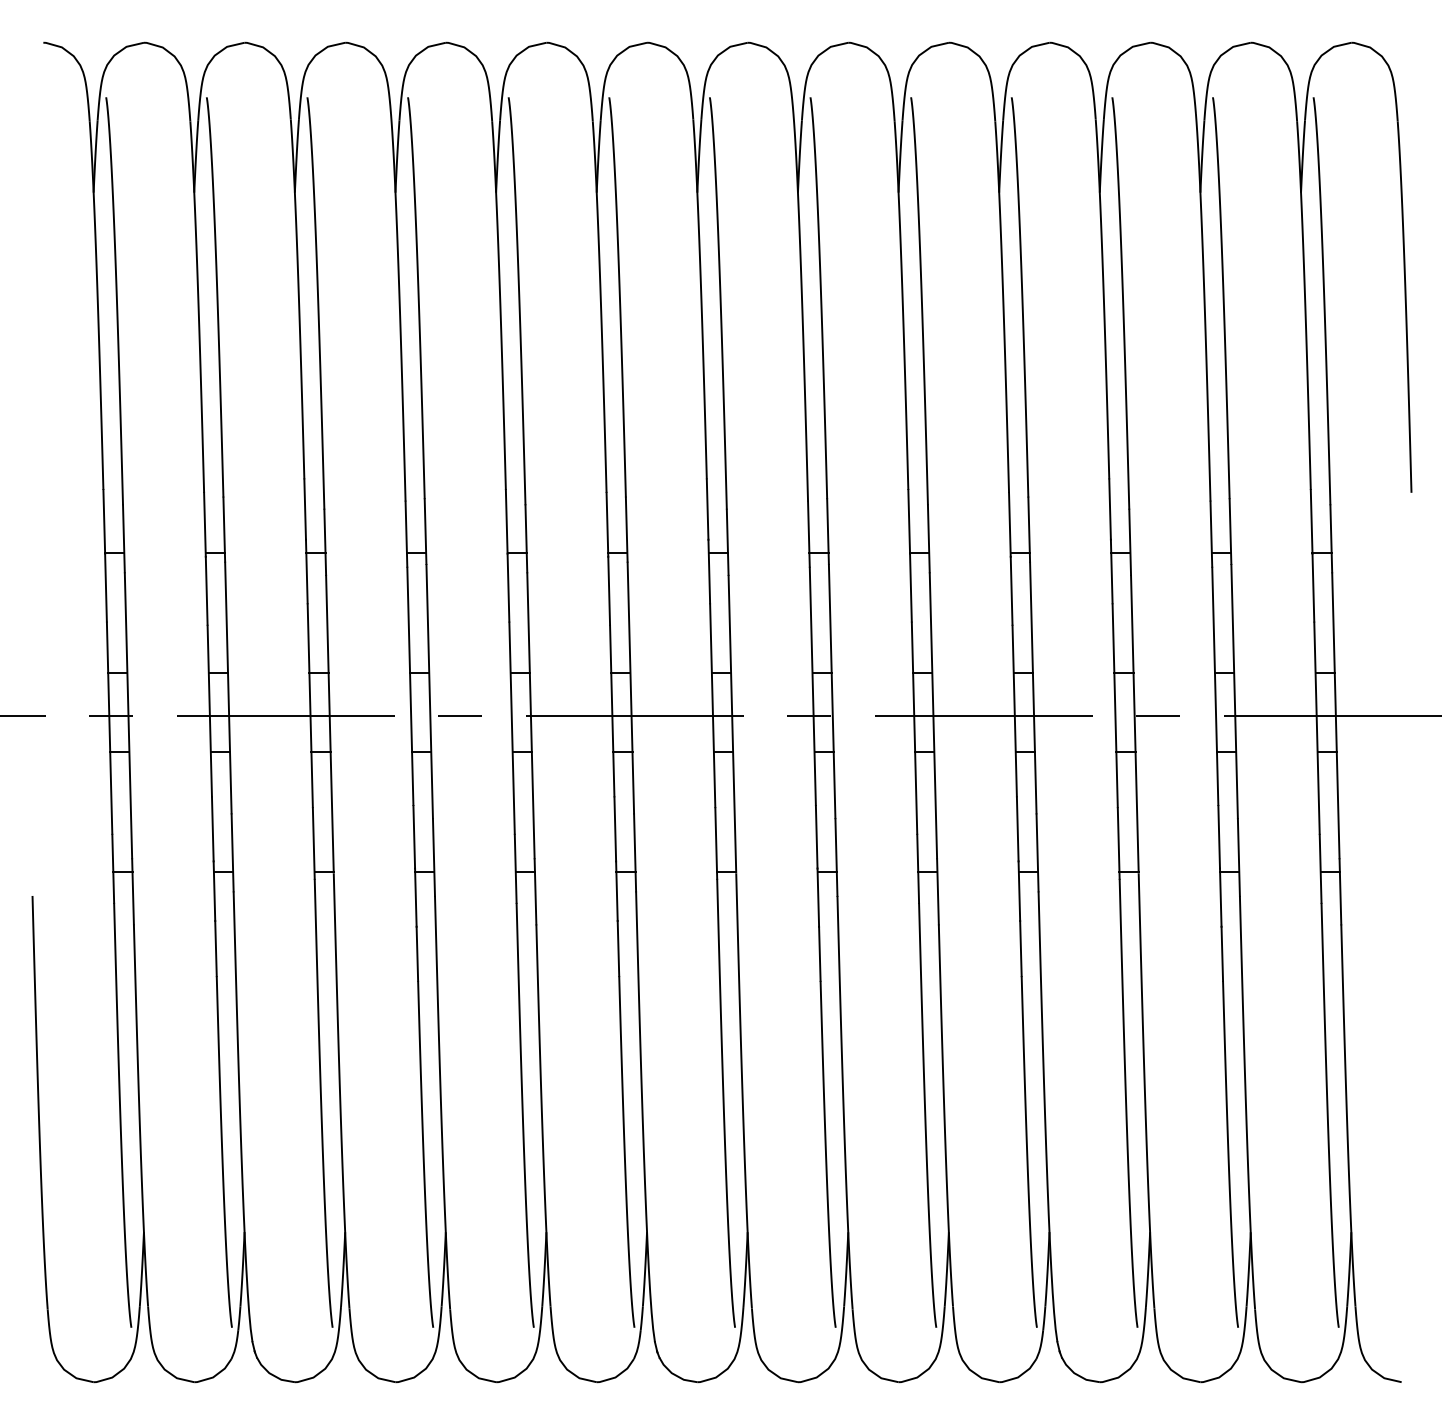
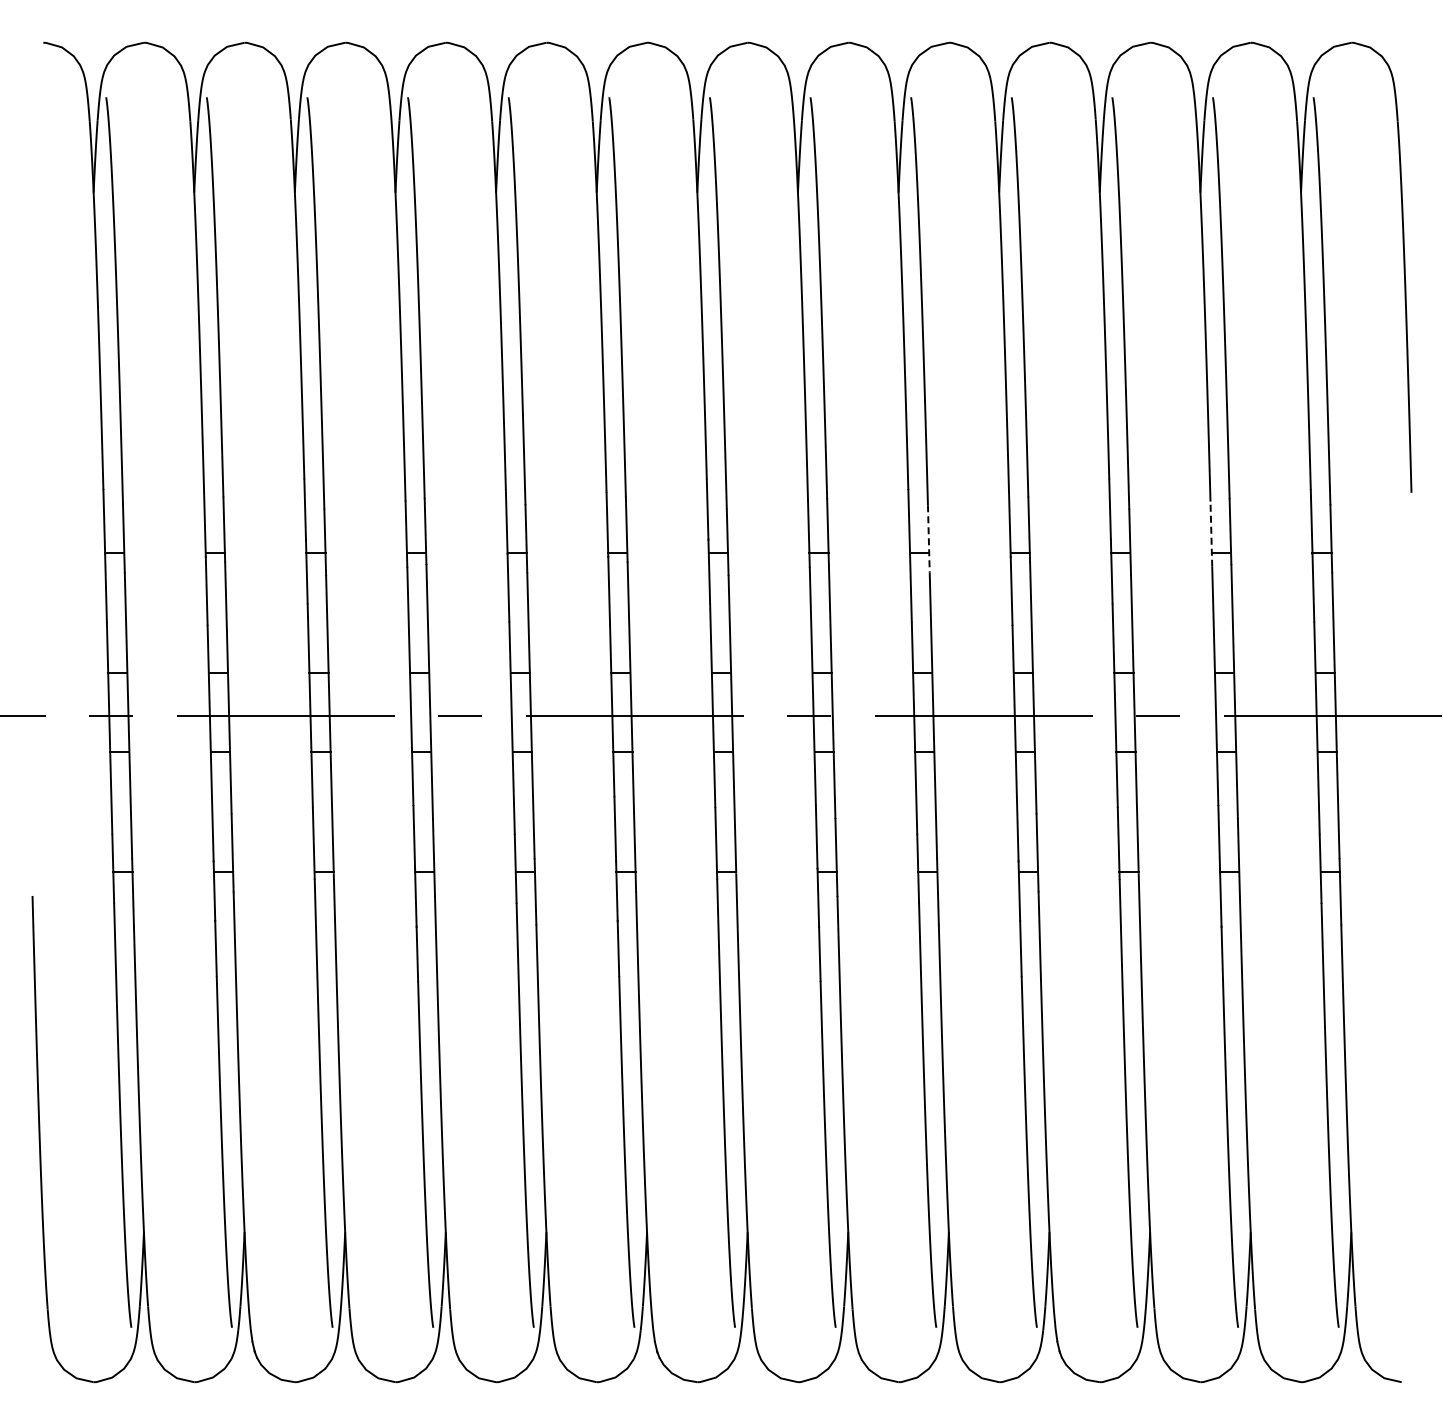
line at (1211, 534): solid -> dashed
line at (928, 538): solid -> dashed
